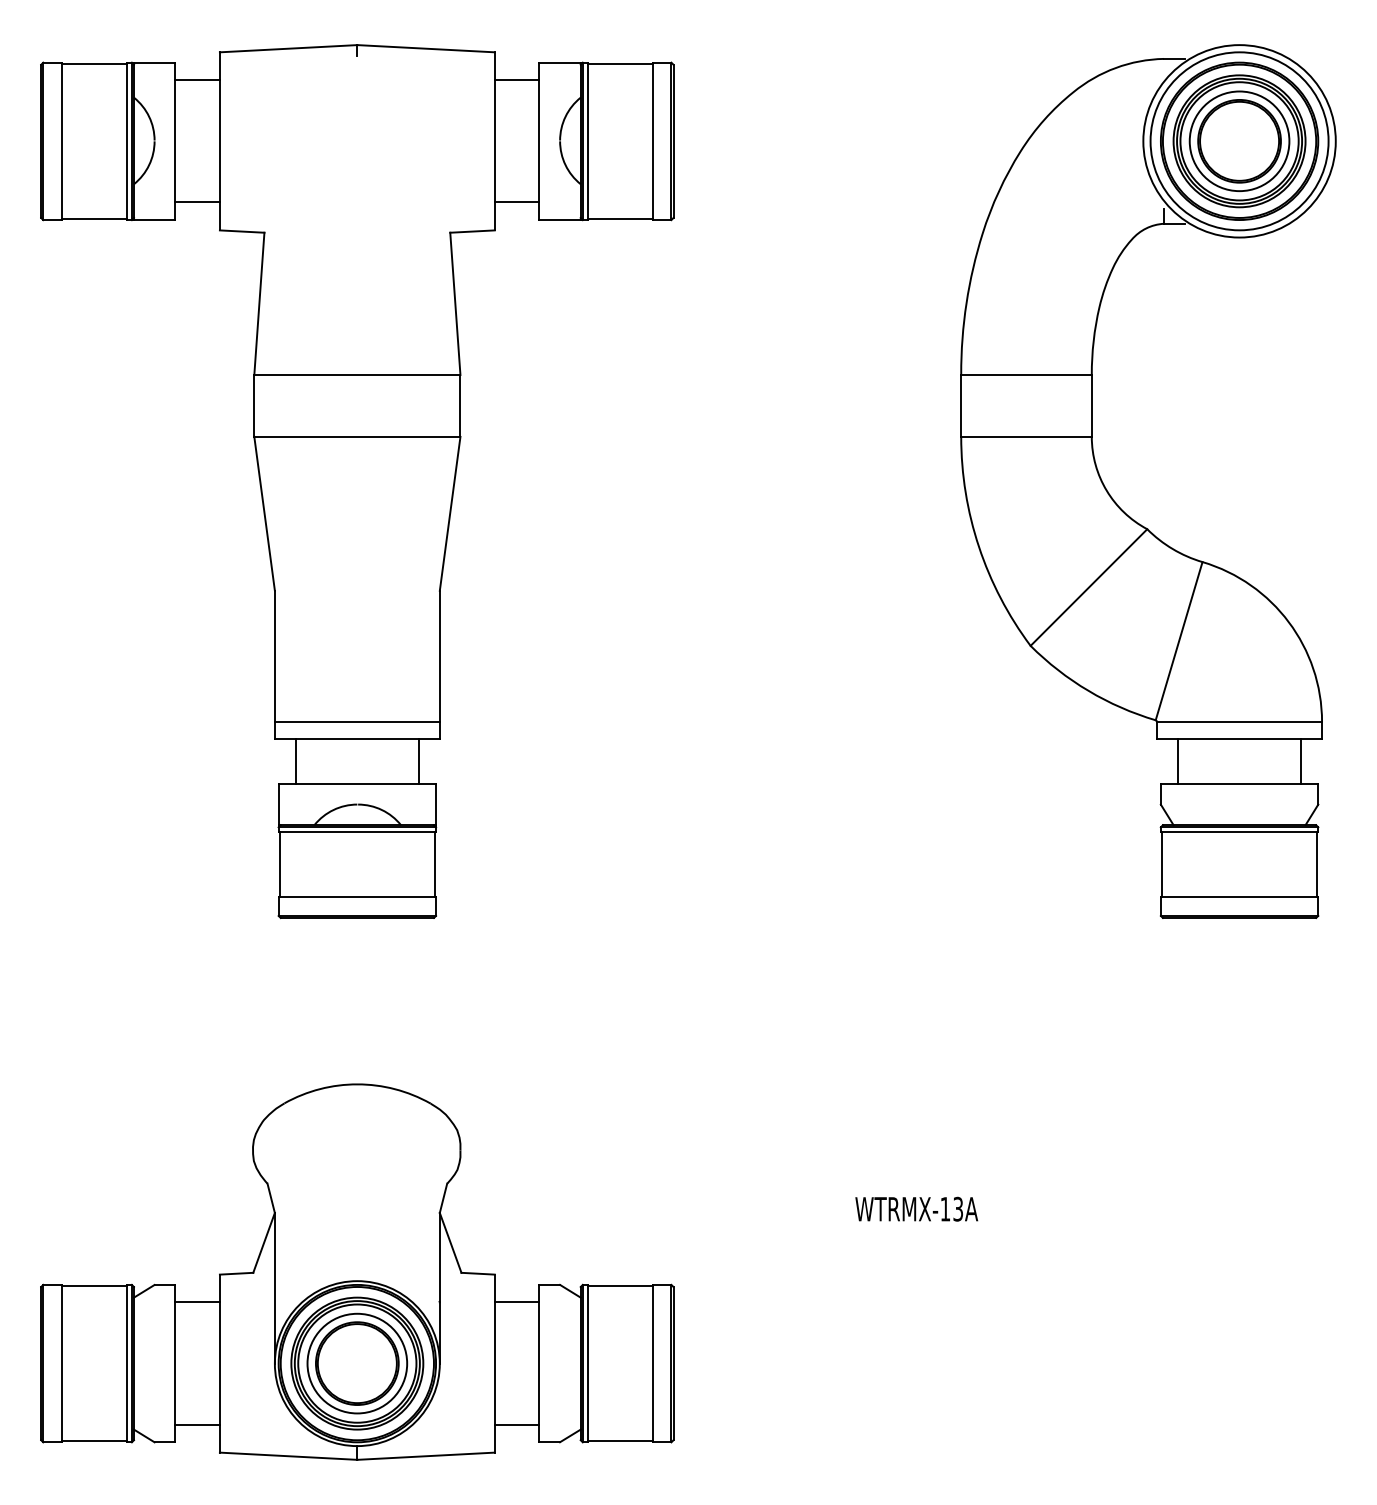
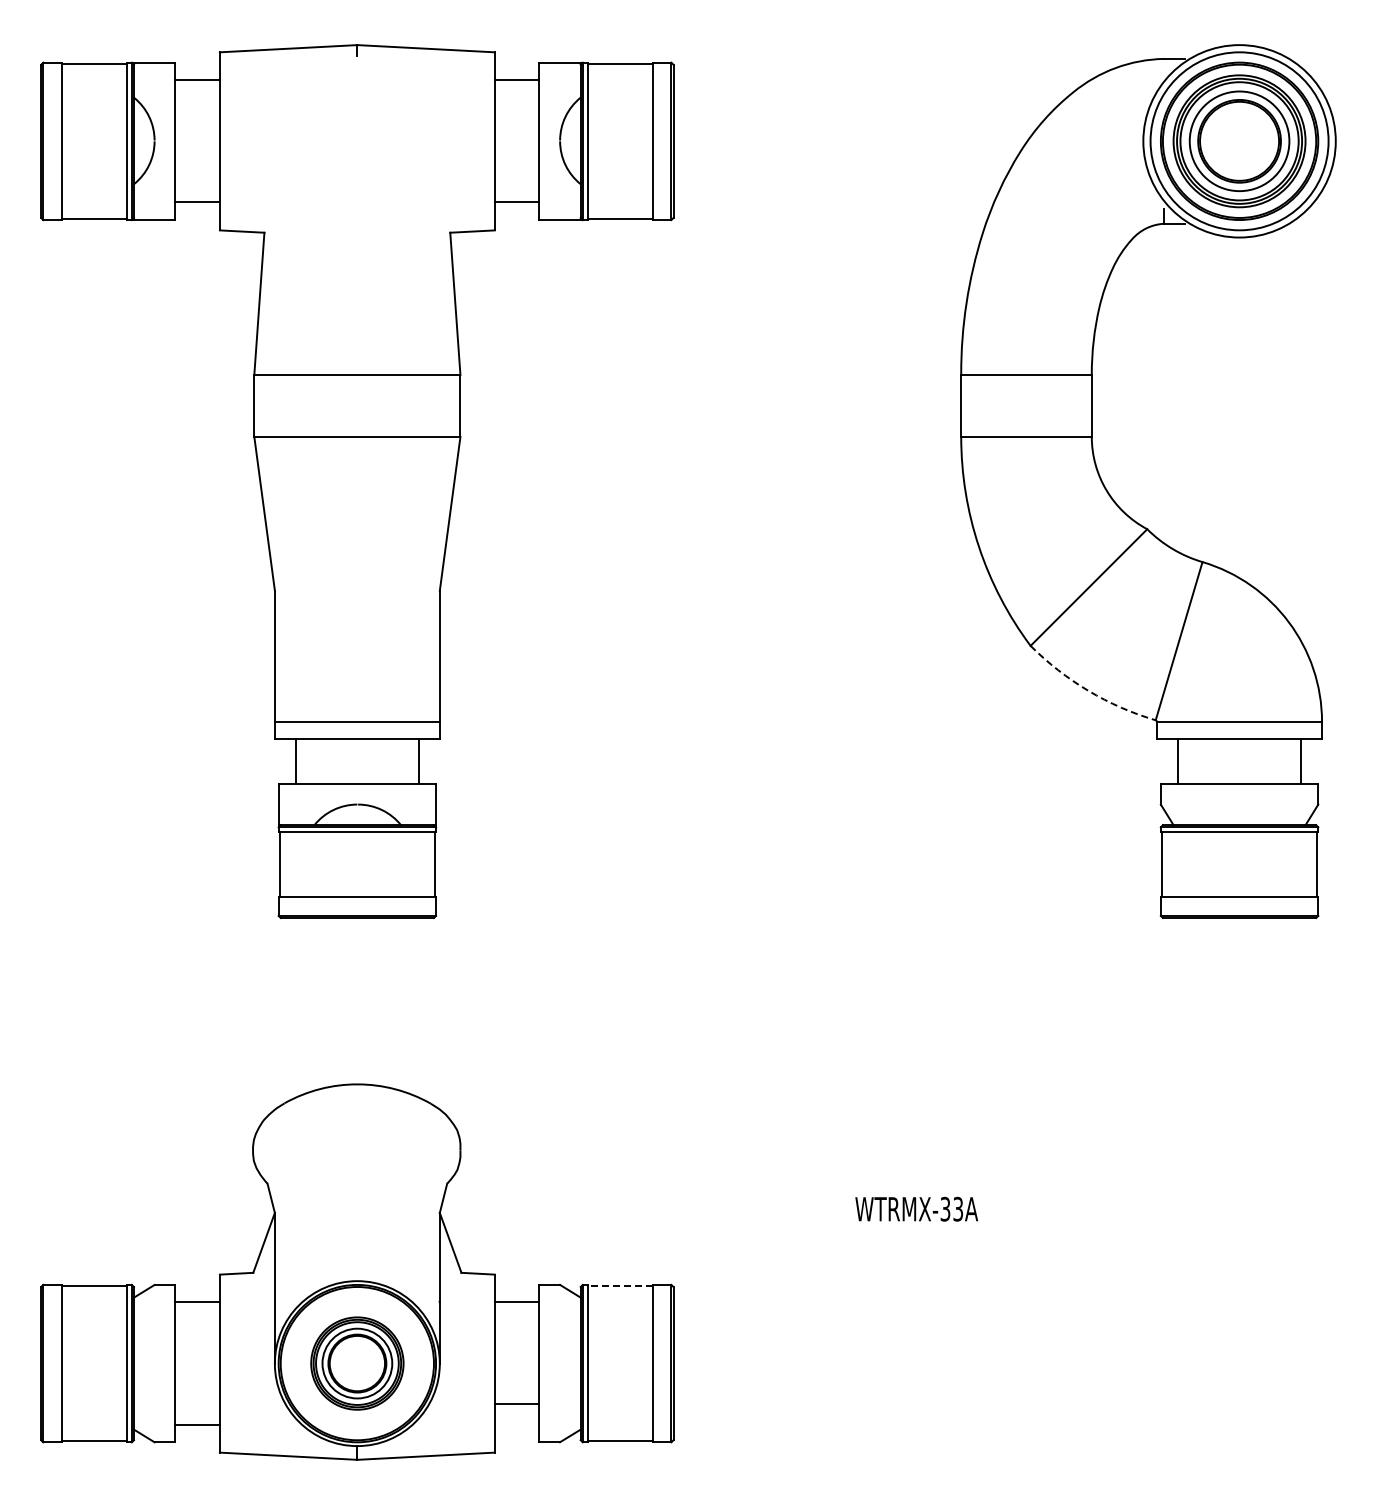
arc at (1088, 690): solid -> dashed
text at (945, 1208): WTRMX-13A -> WTRMX-33A
line at (620, 1286): solid -> dashed
part at (357, 1363) size: 135x135 px -> 95x95 px
line at (516, 1424) position: (516, 1424) -> (516, 1403)
